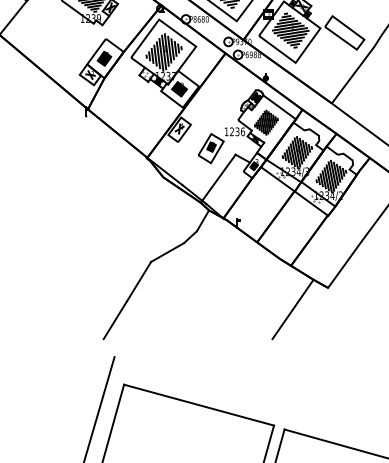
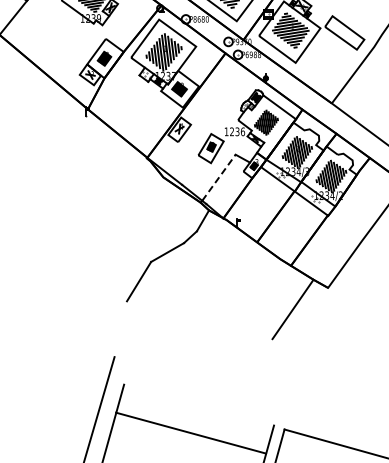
line at (219, 177): solid -> dashed
line at (115, 320): present -> none
line at (199, 404) position: (199, 404) -> (191, 432)
